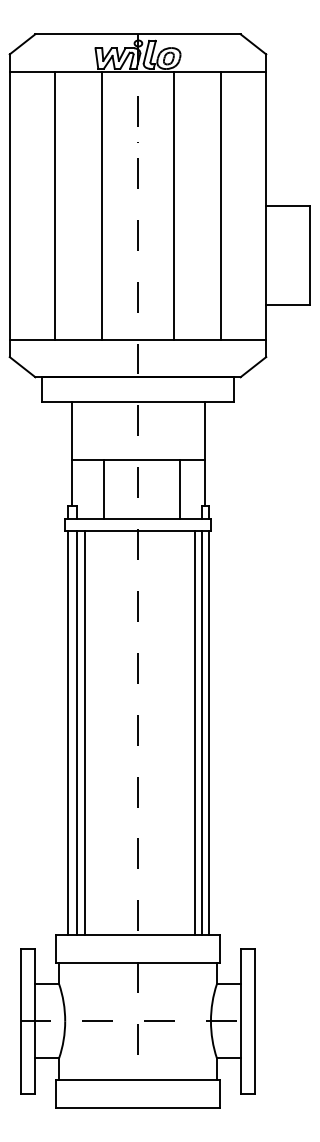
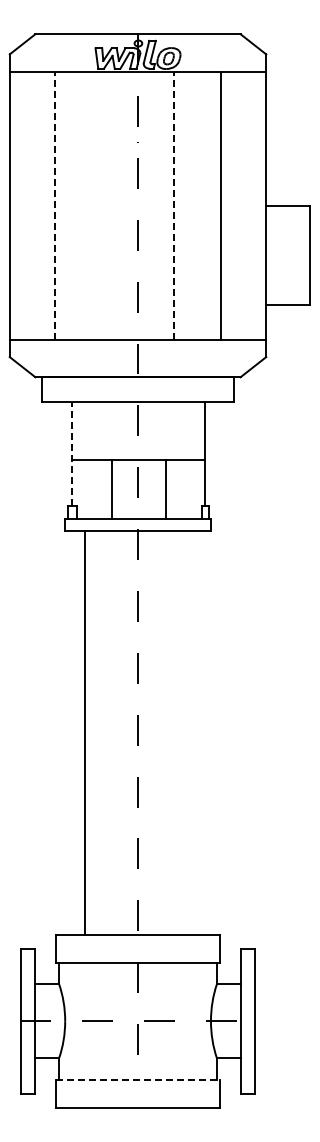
line at (55, 205): solid -> dashed
line at (101, 205): present -> none
line at (174, 205): solid -> dashed
line at (72, 453): solid -> dashed
line at (103, 489) position: (103, 489) -> (111, 489)
line at (179, 489) position: (179, 489) -> (165, 489)
line at (67, 732): present -> none
line at (76, 732): present -> none
line at (194, 732): present -> none
line at (201, 732): present -> none
line at (208, 732): present -> none
line at (138, 1079): solid -> dashed
